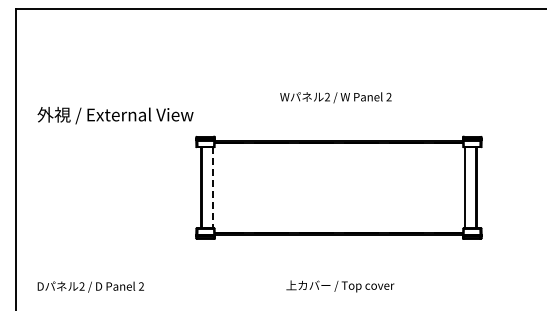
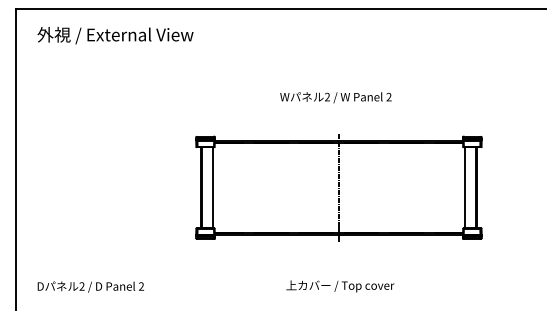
text at (115, 115) position: (115, 115) -> (115, 35)
line at (213, 187): dashed -> solid
line at (338, 187): none -> present
